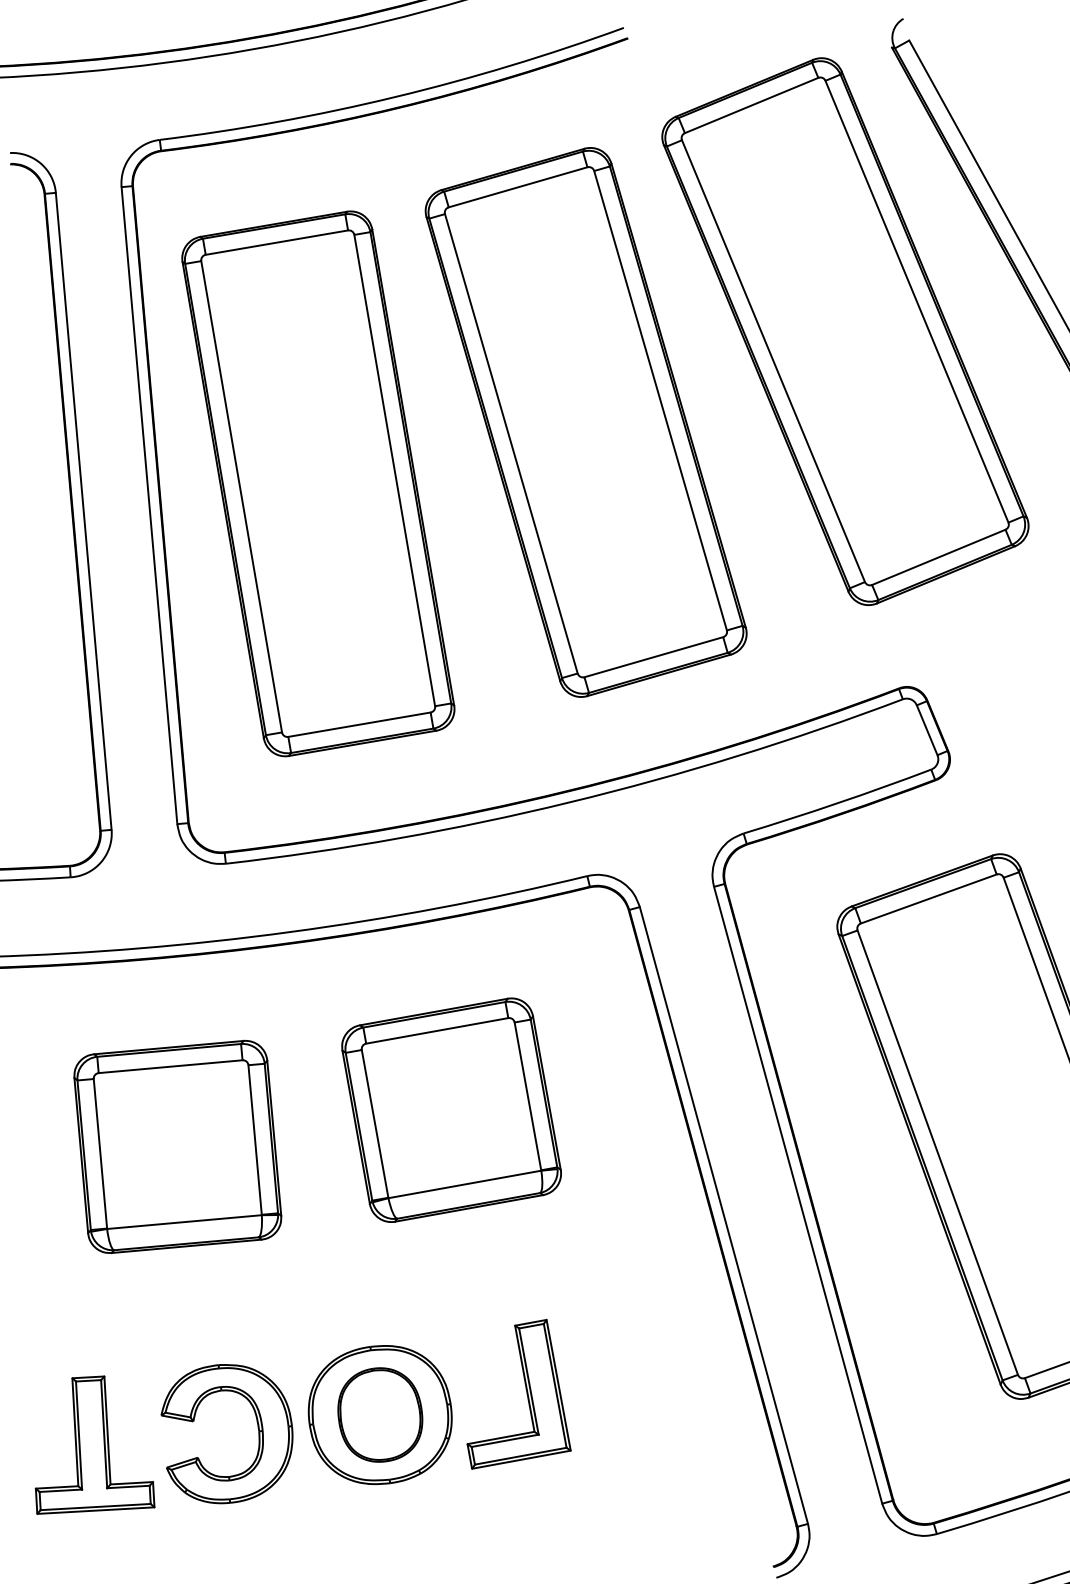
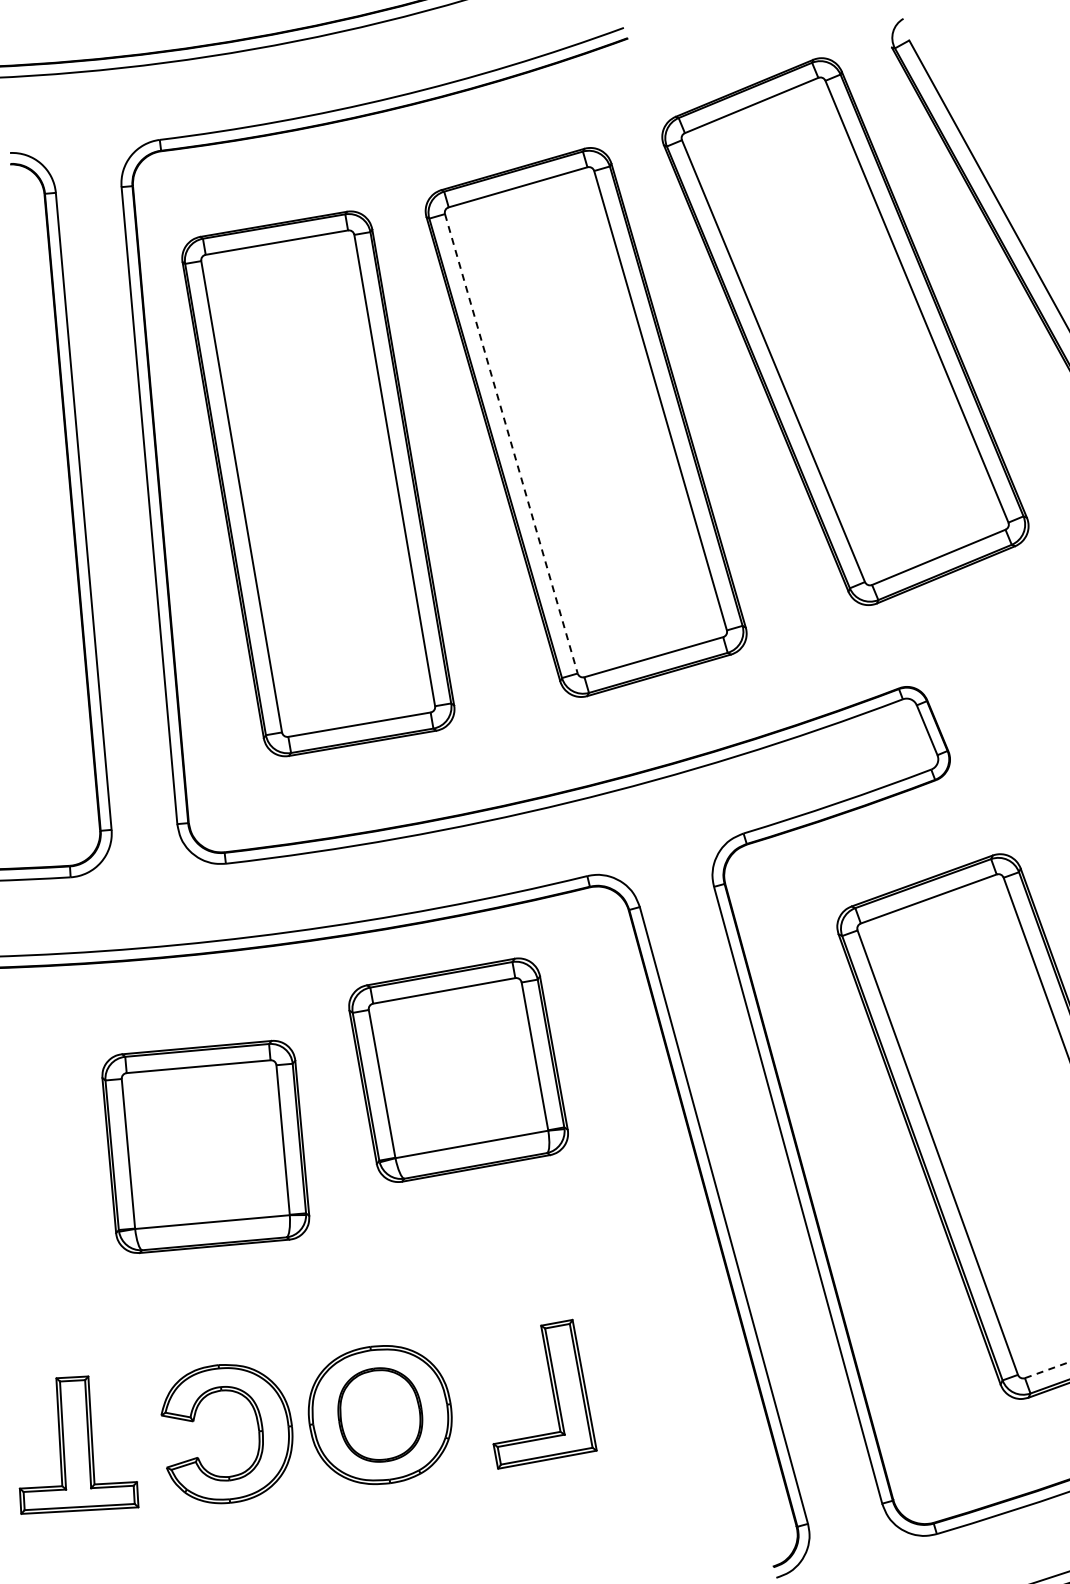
line at (511, 444): solid -> dashed
part at (451, 1109) position: (451, 1109) -> (458, 1069)
part at (177, 1146) position: (177, 1146) -> (205, 1146)
line at (1047, 1370): solid -> dashed
part at (526, 1393) position: (526, 1393) -> (552, 1393)
part at (94, 1444) position: (94, 1444) -> (78, 1444)
